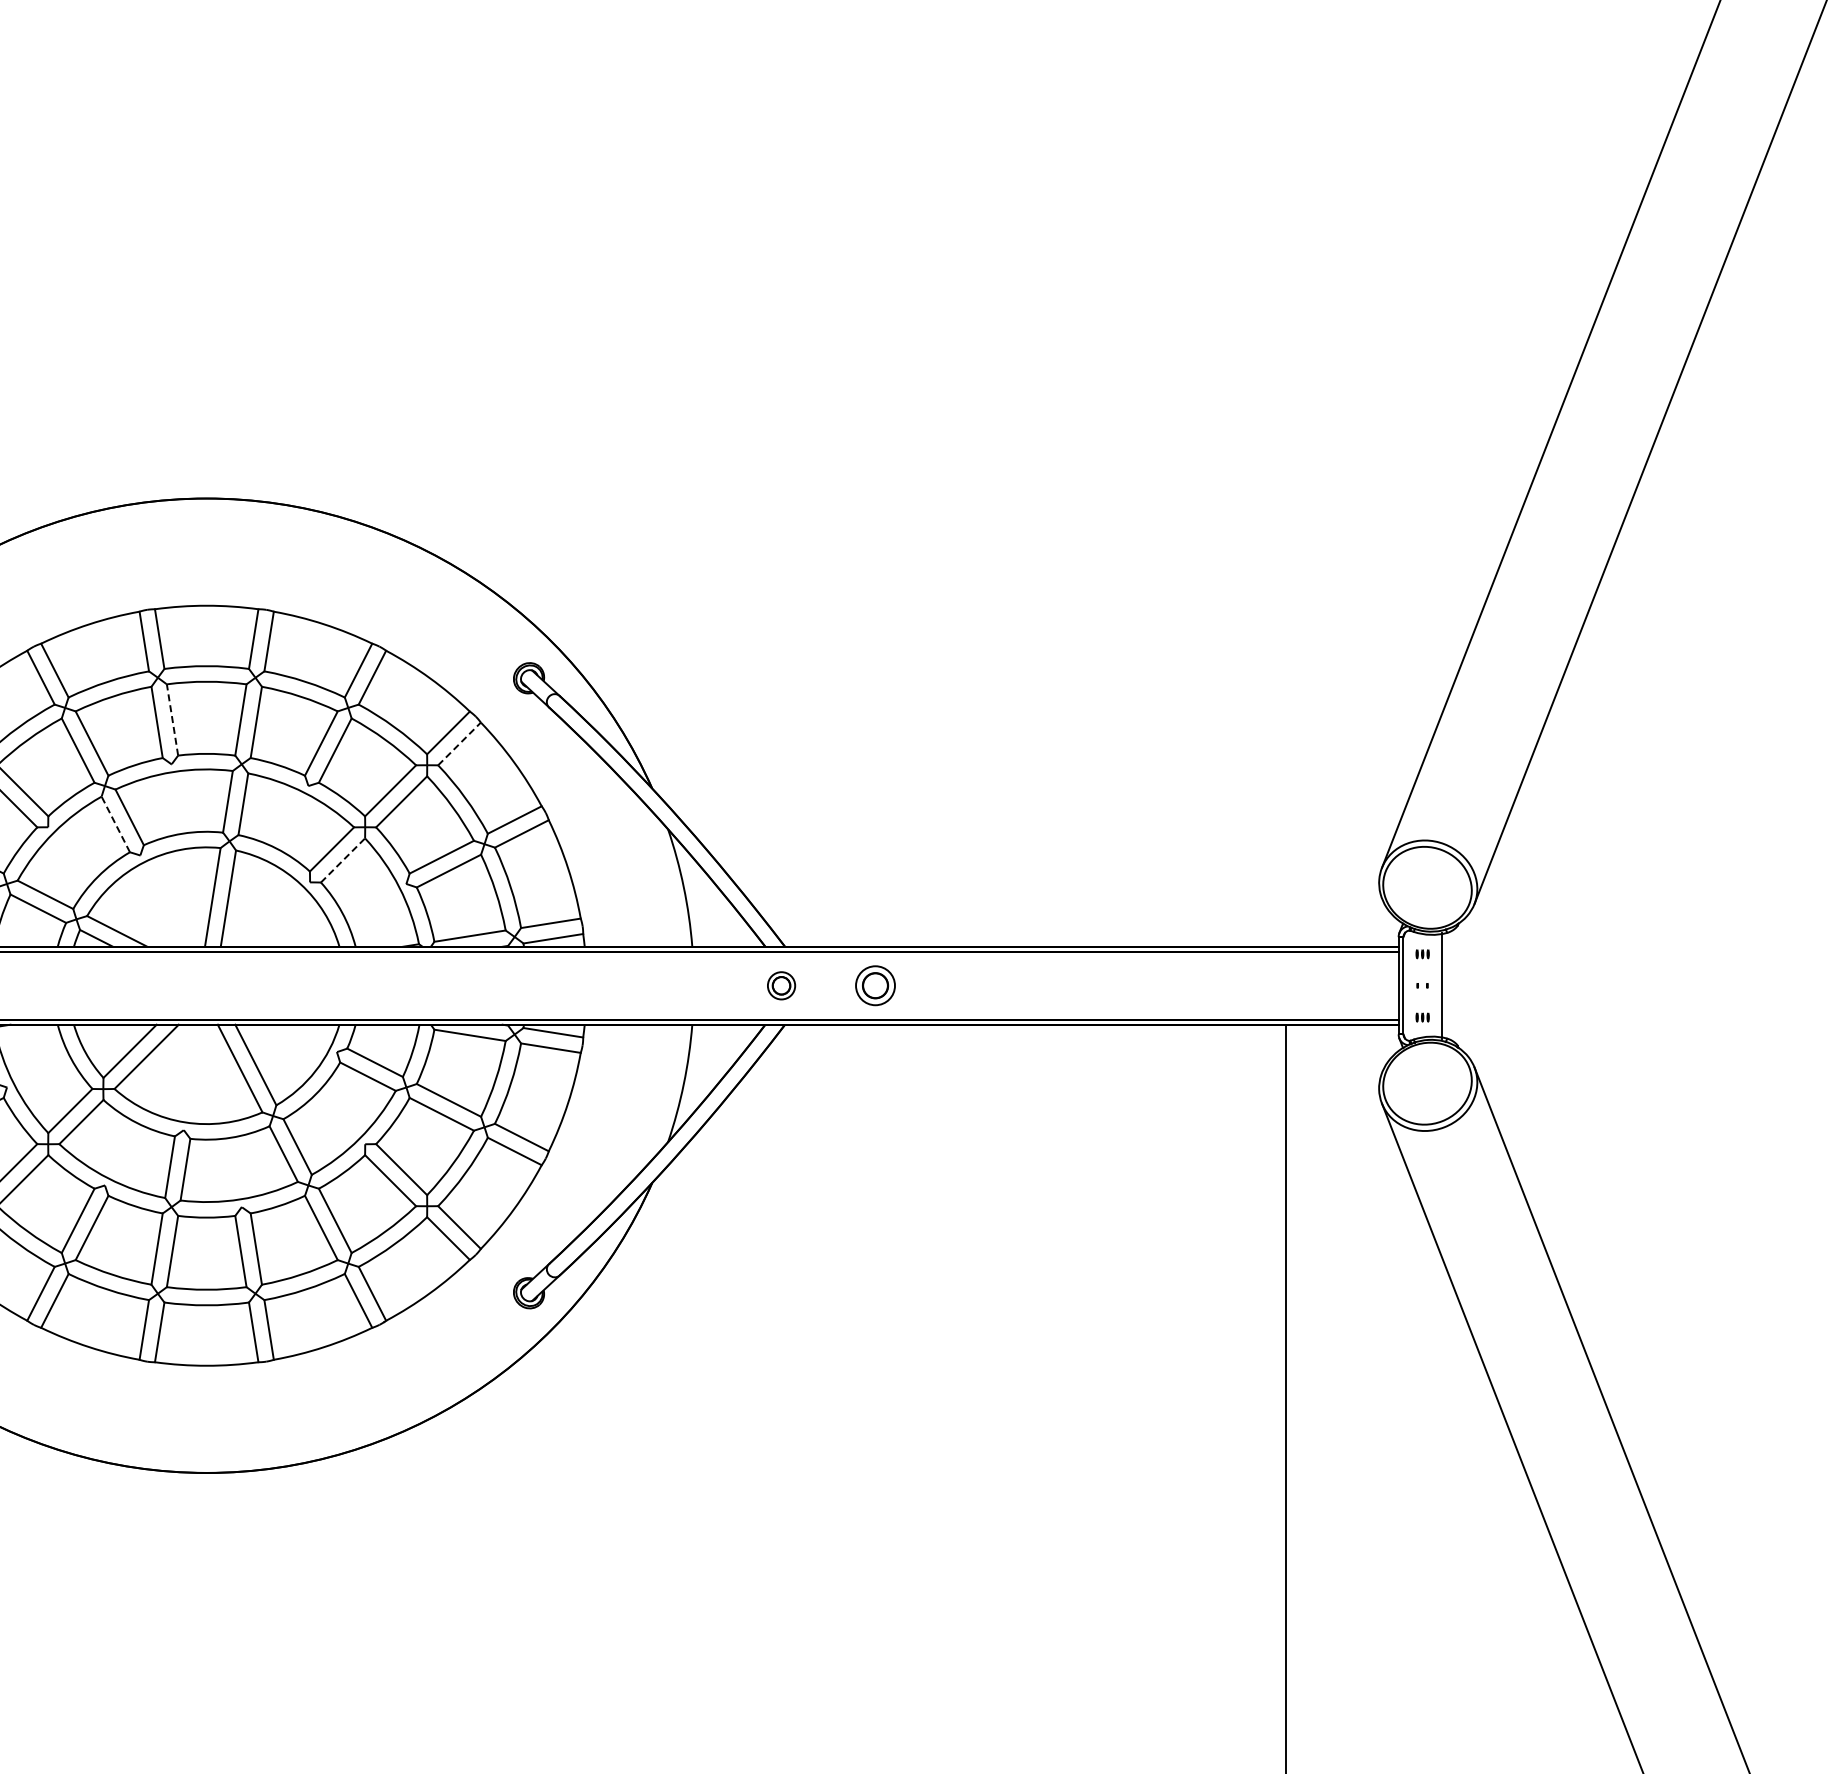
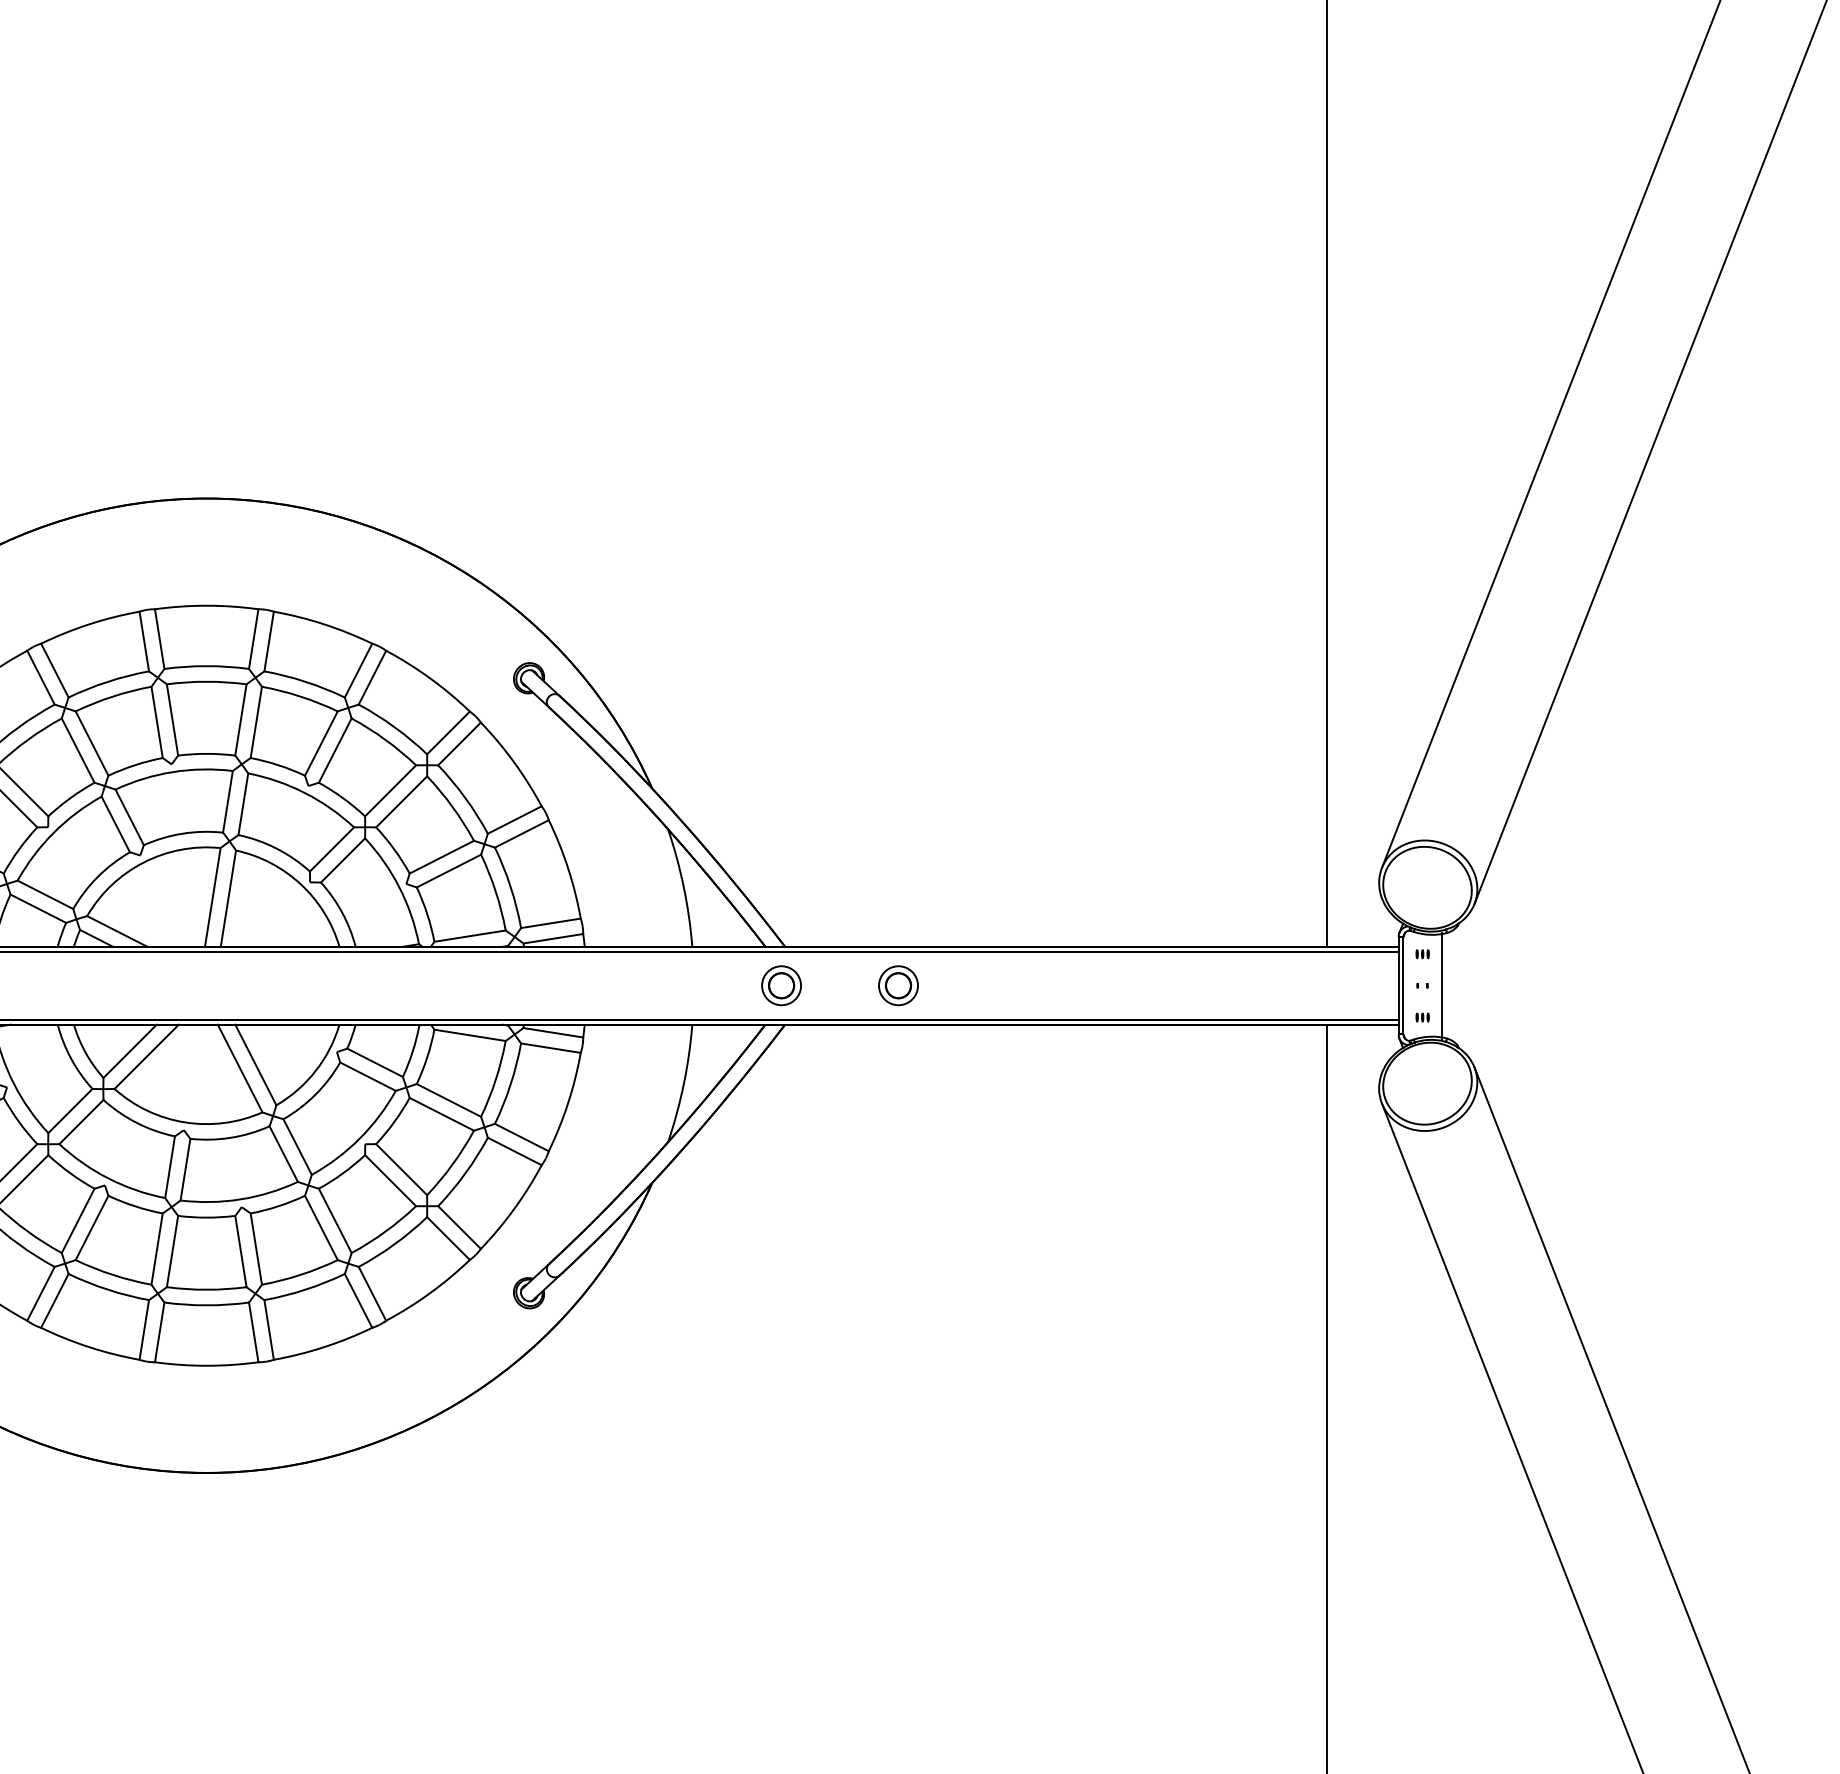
line at (1327, 474): none -> present
line at (172, 719): dashed -> solid
line at (459, 743): dashed -> solid
line at (115, 824): dashed -> solid
line at (343, 860): dashed -> solid
part at (781, 985) size: 30x30 px -> 41x42 px
part at (875, 985) position: (875, 985) -> (898, 985)
line at (1286, 1397) position: (1286, 1397) -> (1327, 1397)
